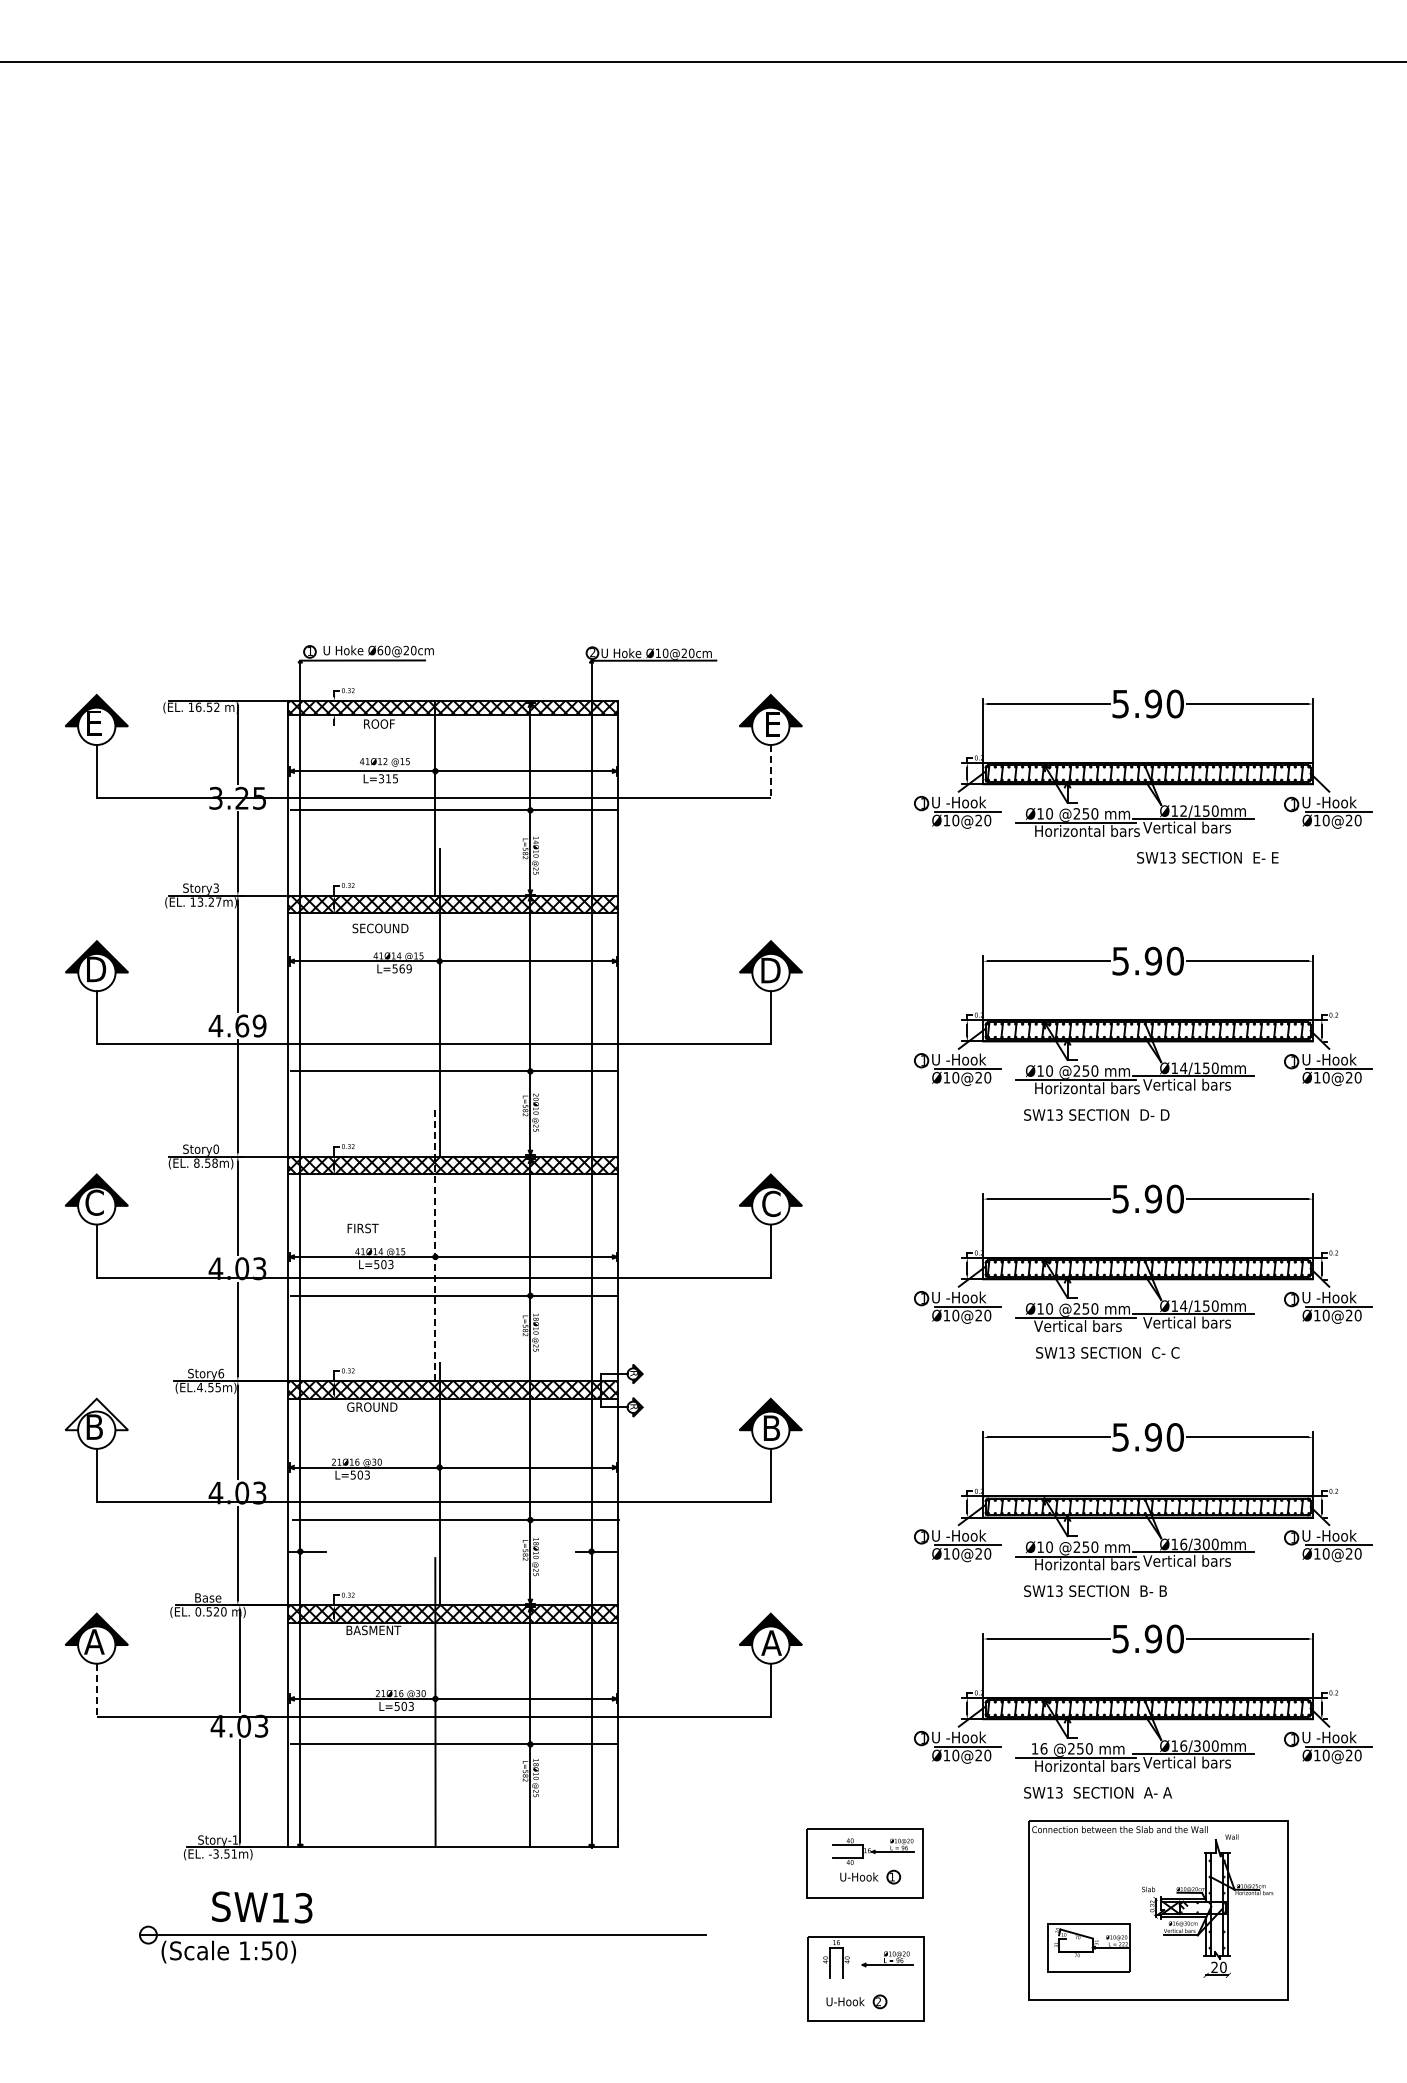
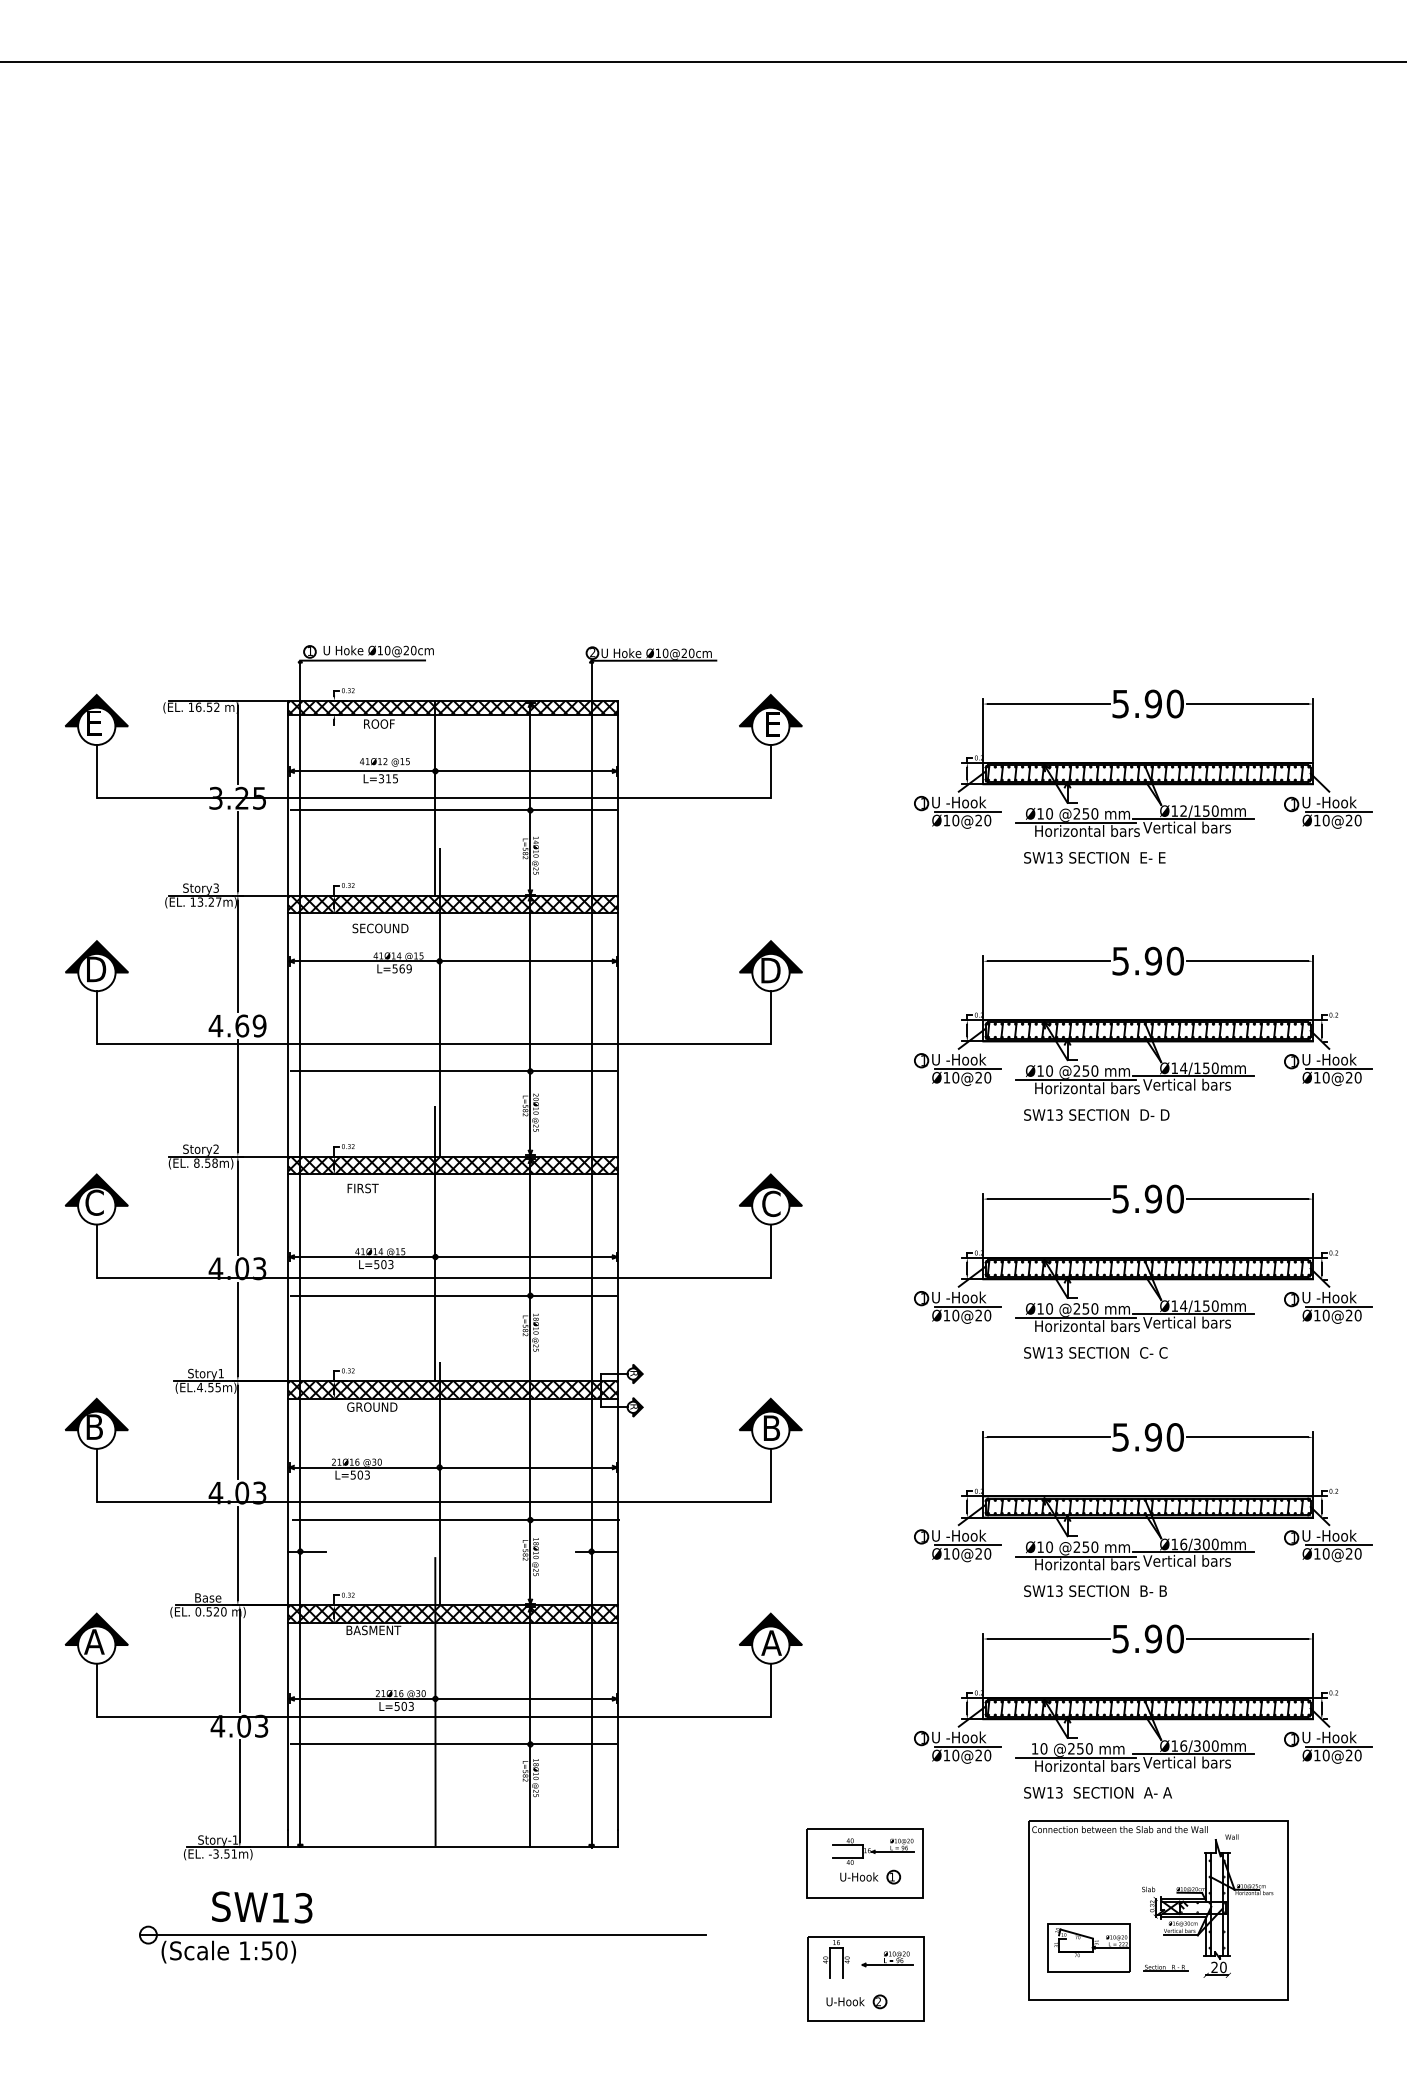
text at (380, 650): Ø60@20cm -> Ø10@20cm
line at (770, 771): dashed -> solid
text at (1207, 857) position: (1207, 857) -> (1094, 857)
text at (216, 1148): Story0 -> Story2
text at (362, 1228) position: (362, 1228) -> (362, 1188)
line at (435, 1242): dashed -> solid
text at (1086, 1326): Vertical bars -> Horizontal bars
text at (1107, 1352) position: (1107, 1352) -> (1095, 1352)
text at (221, 1373): Story6 -> Story1
fill at (96, 1414): none -> present
line at (96, 1690): dashed -> solid
text at (1043, 1748): 16 -> 10
part at (1165, 1967): none -> present
